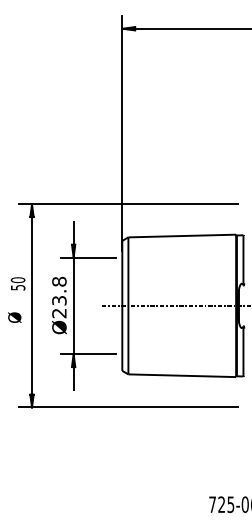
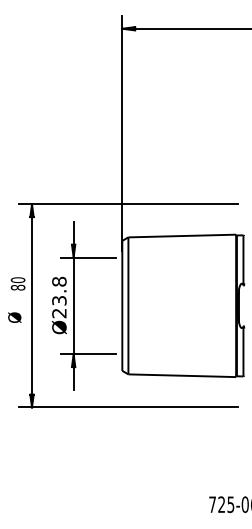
text at (17, 287): 50 -> 80
line at (175, 305): present -> none
